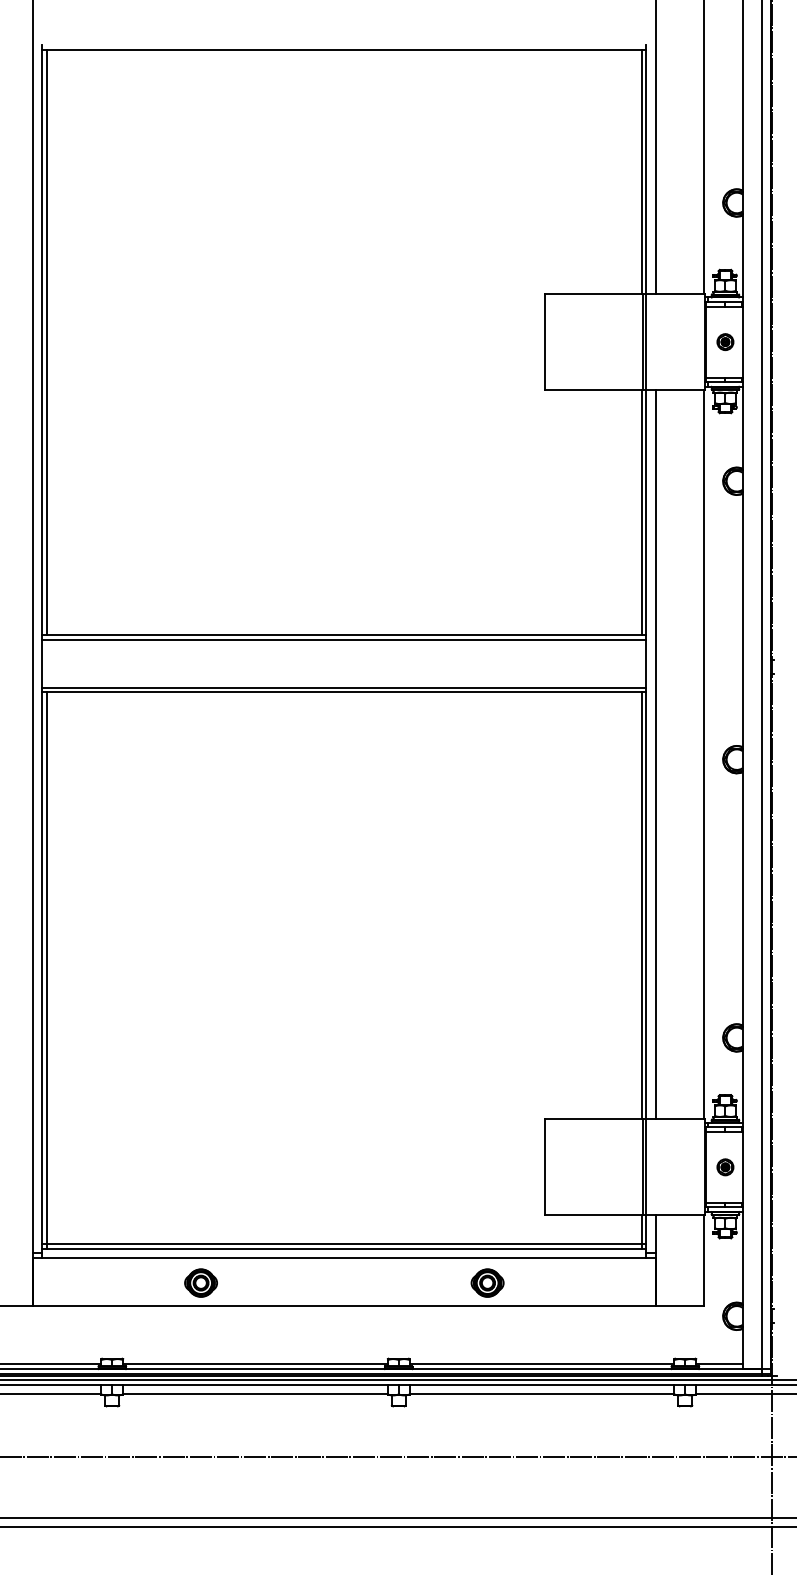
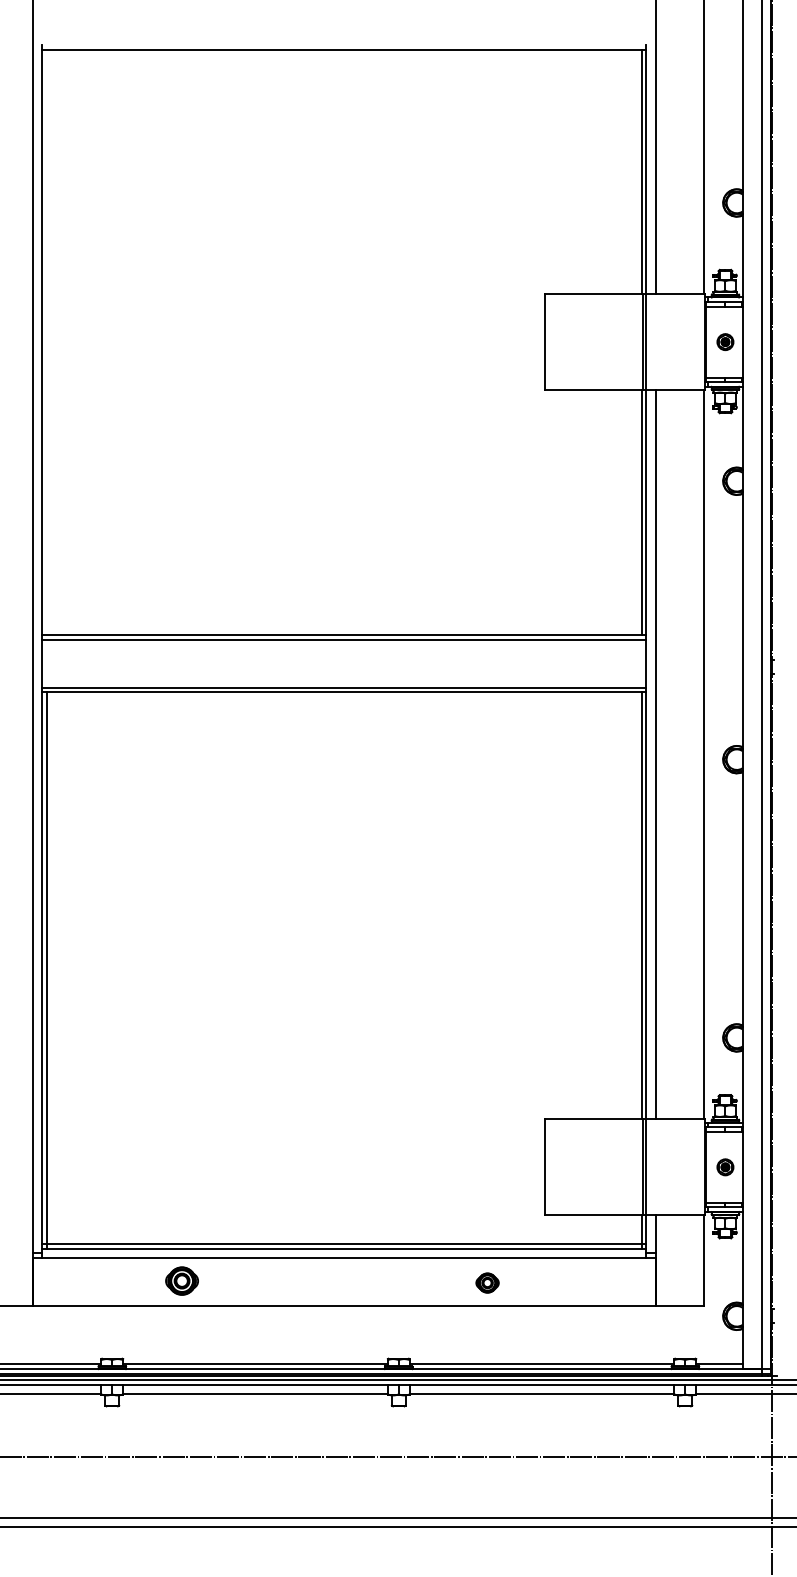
line at (46, 341): present -> none
part at (200, 1282) position: (200, 1282) -> (181, 1280)
part at (487, 1282) size: 35x30 px -> 25x22 px
